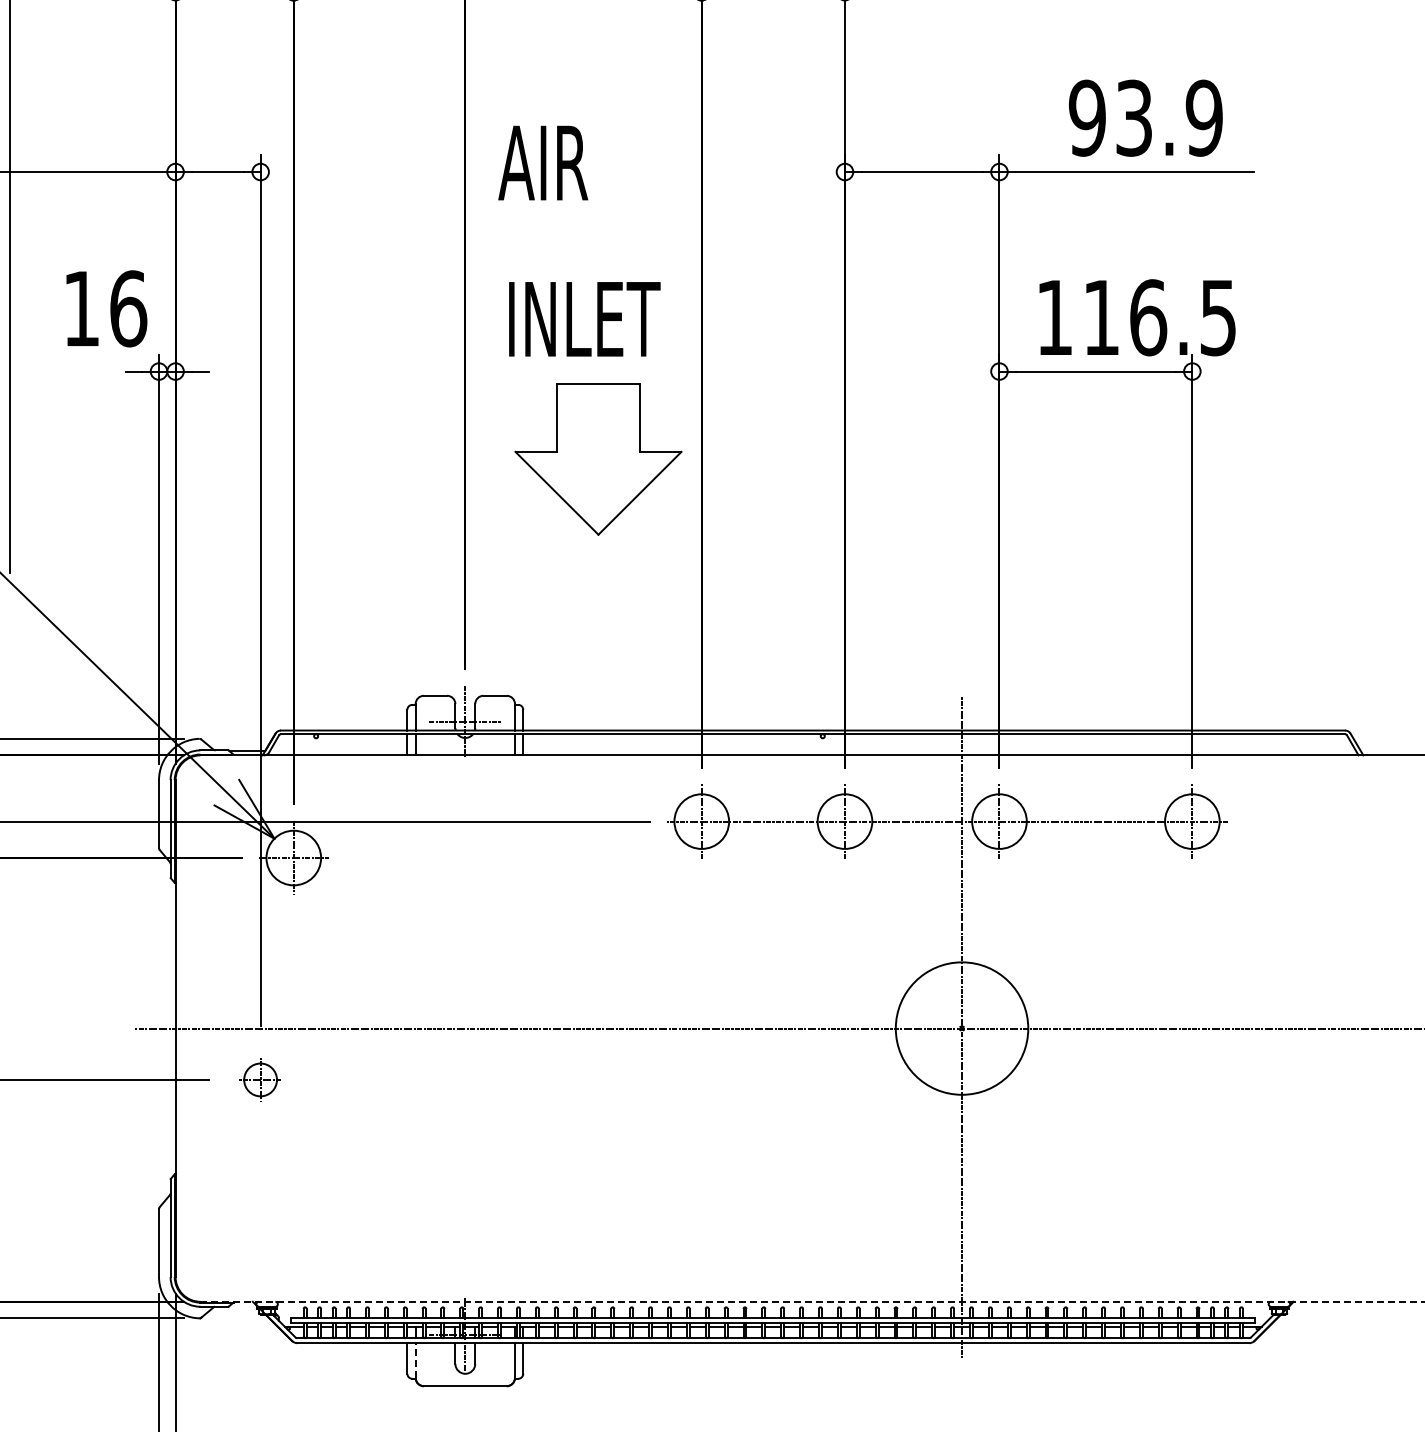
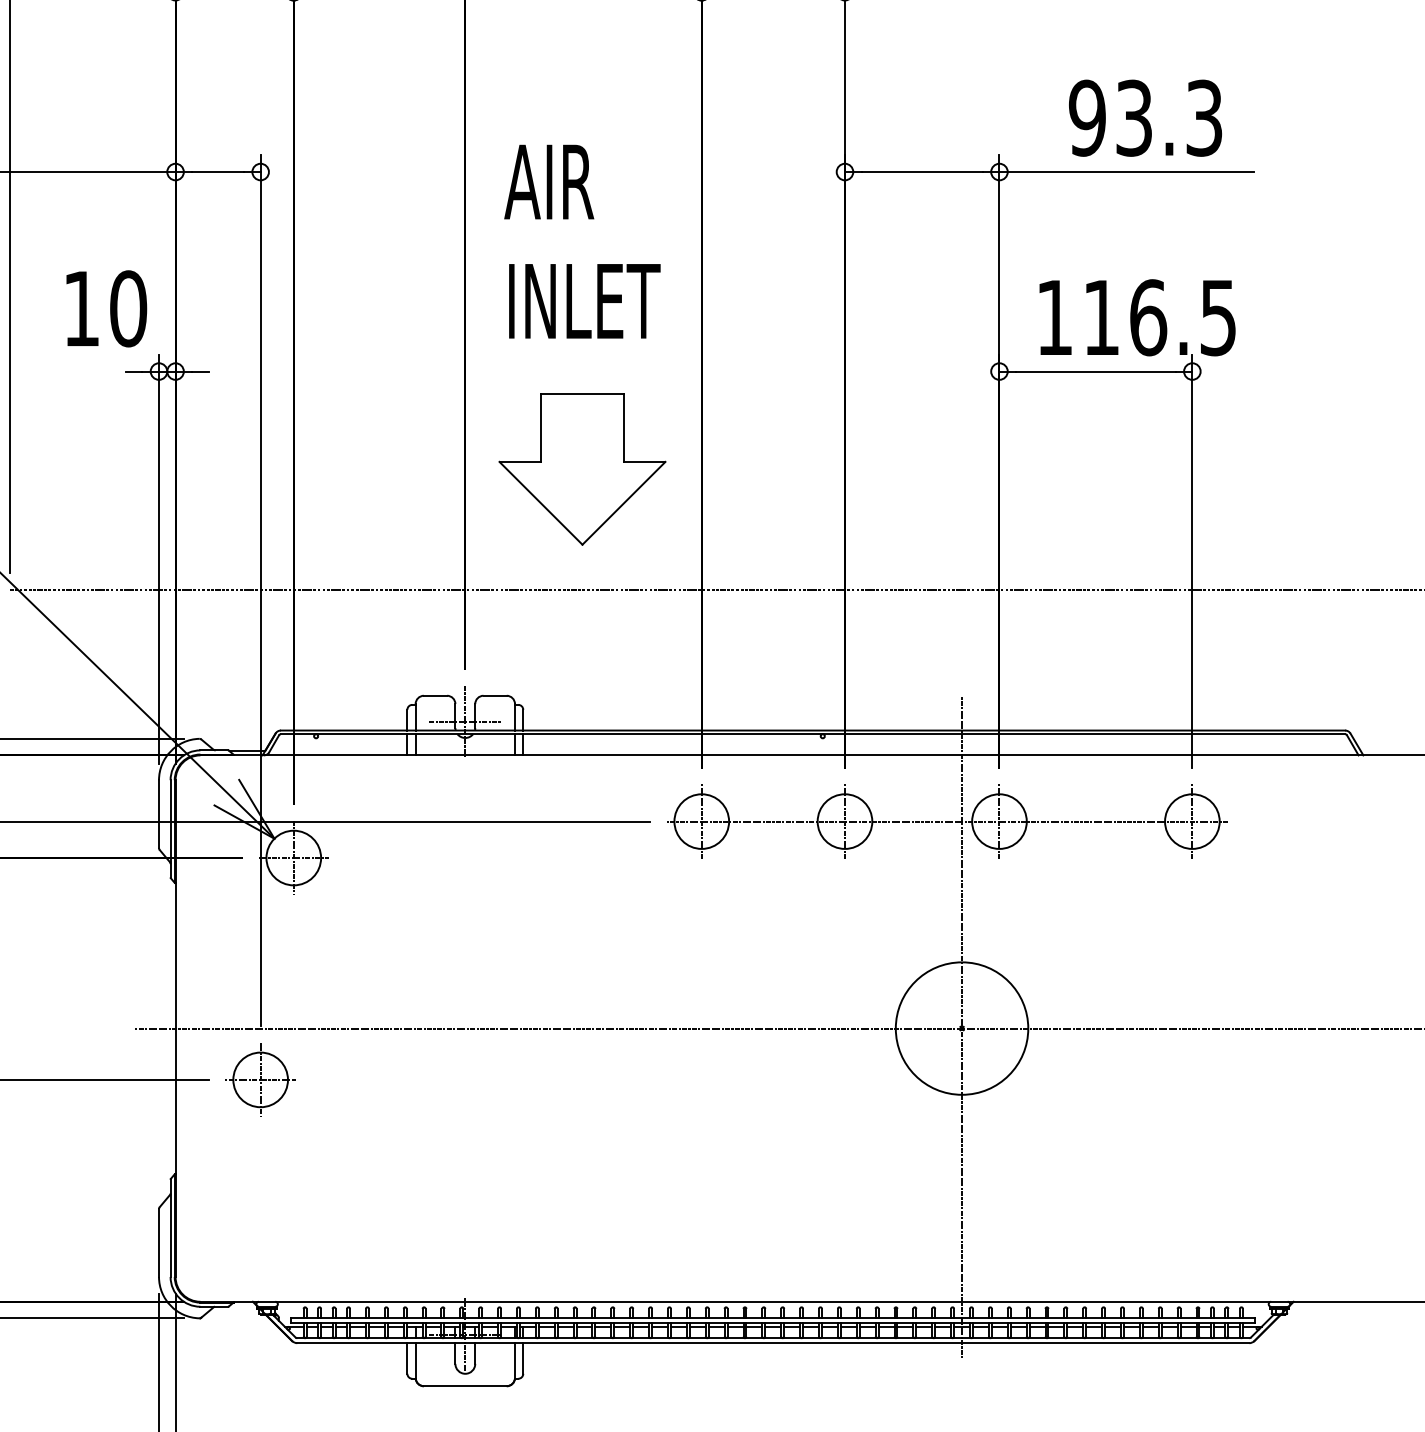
text at (1203, 117): 93.9 -> 93.3
text at (543, 162) position: (543, 162) -> (549, 181)
text at (128, 308): 16 -> 10
text at (584, 319) position: (584, 319) -> (584, 301)
part at (598, 459) position: (598, 459) -> (582, 469)
line at (715, 589): none -> present
part at (259, 1079) size: 42x44 px -> 71x74 px
line at (813, 1301): dashed -> solid
line at (415, 1360): dashed -> solid
